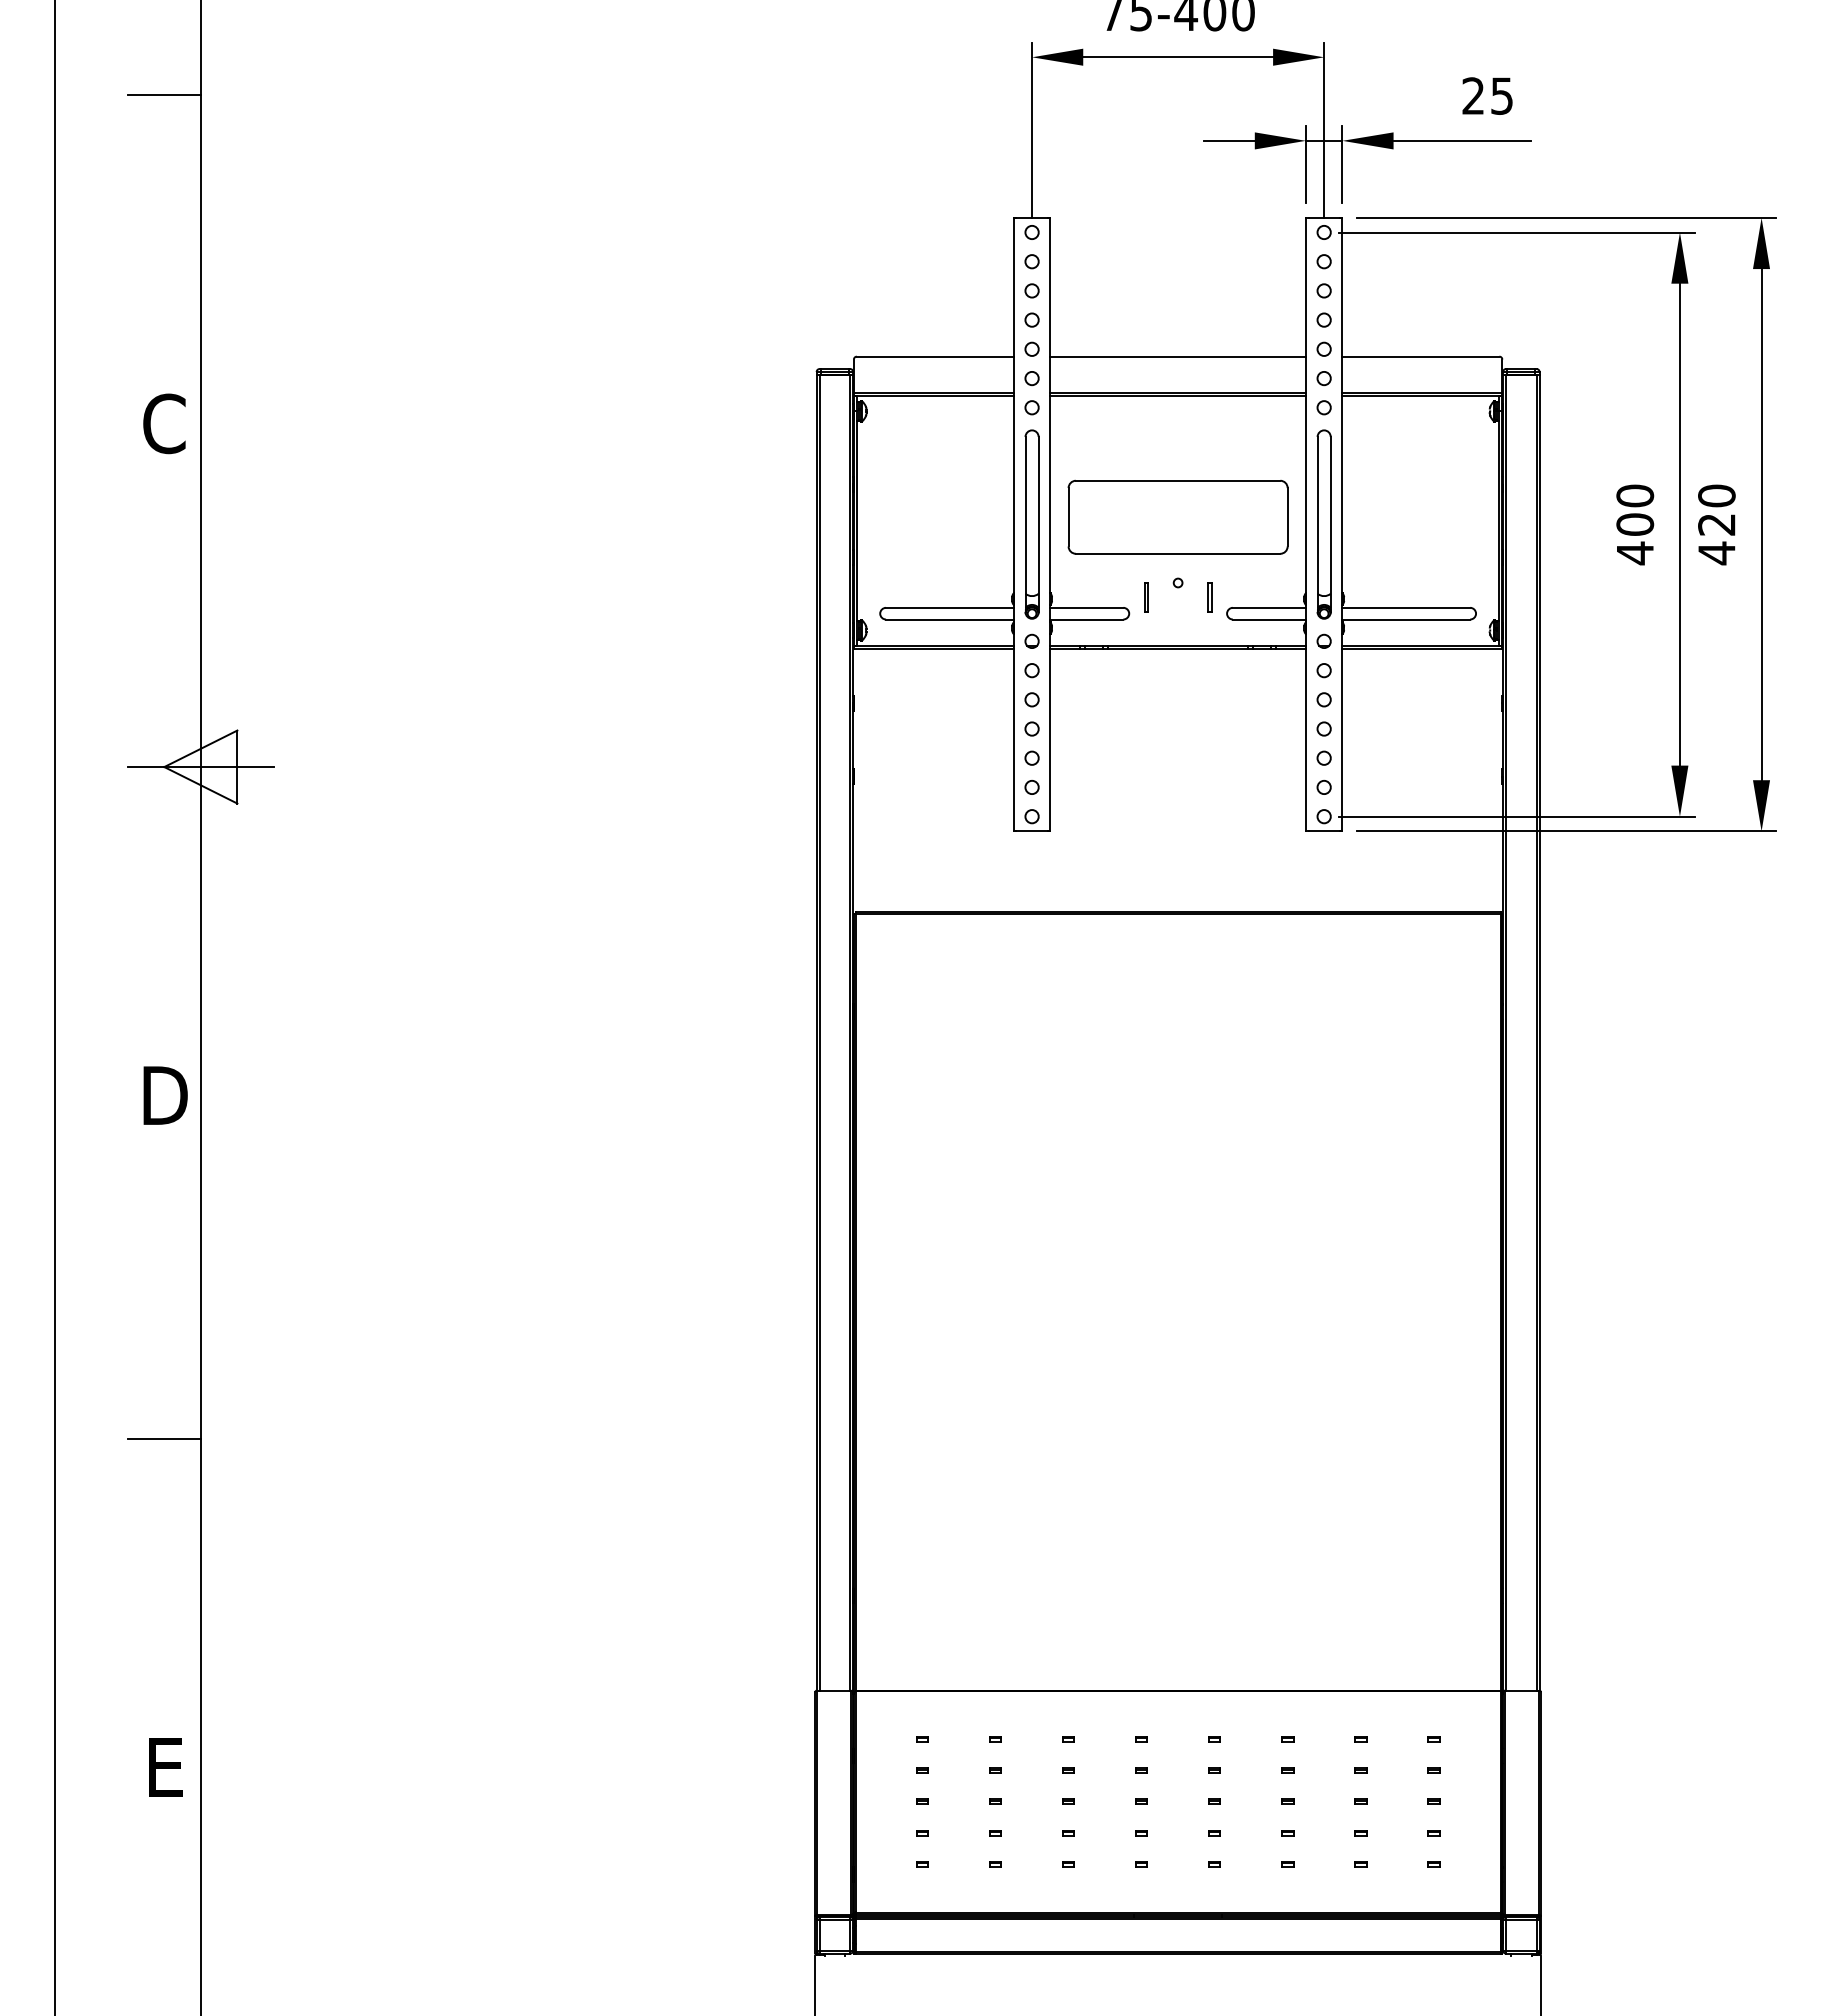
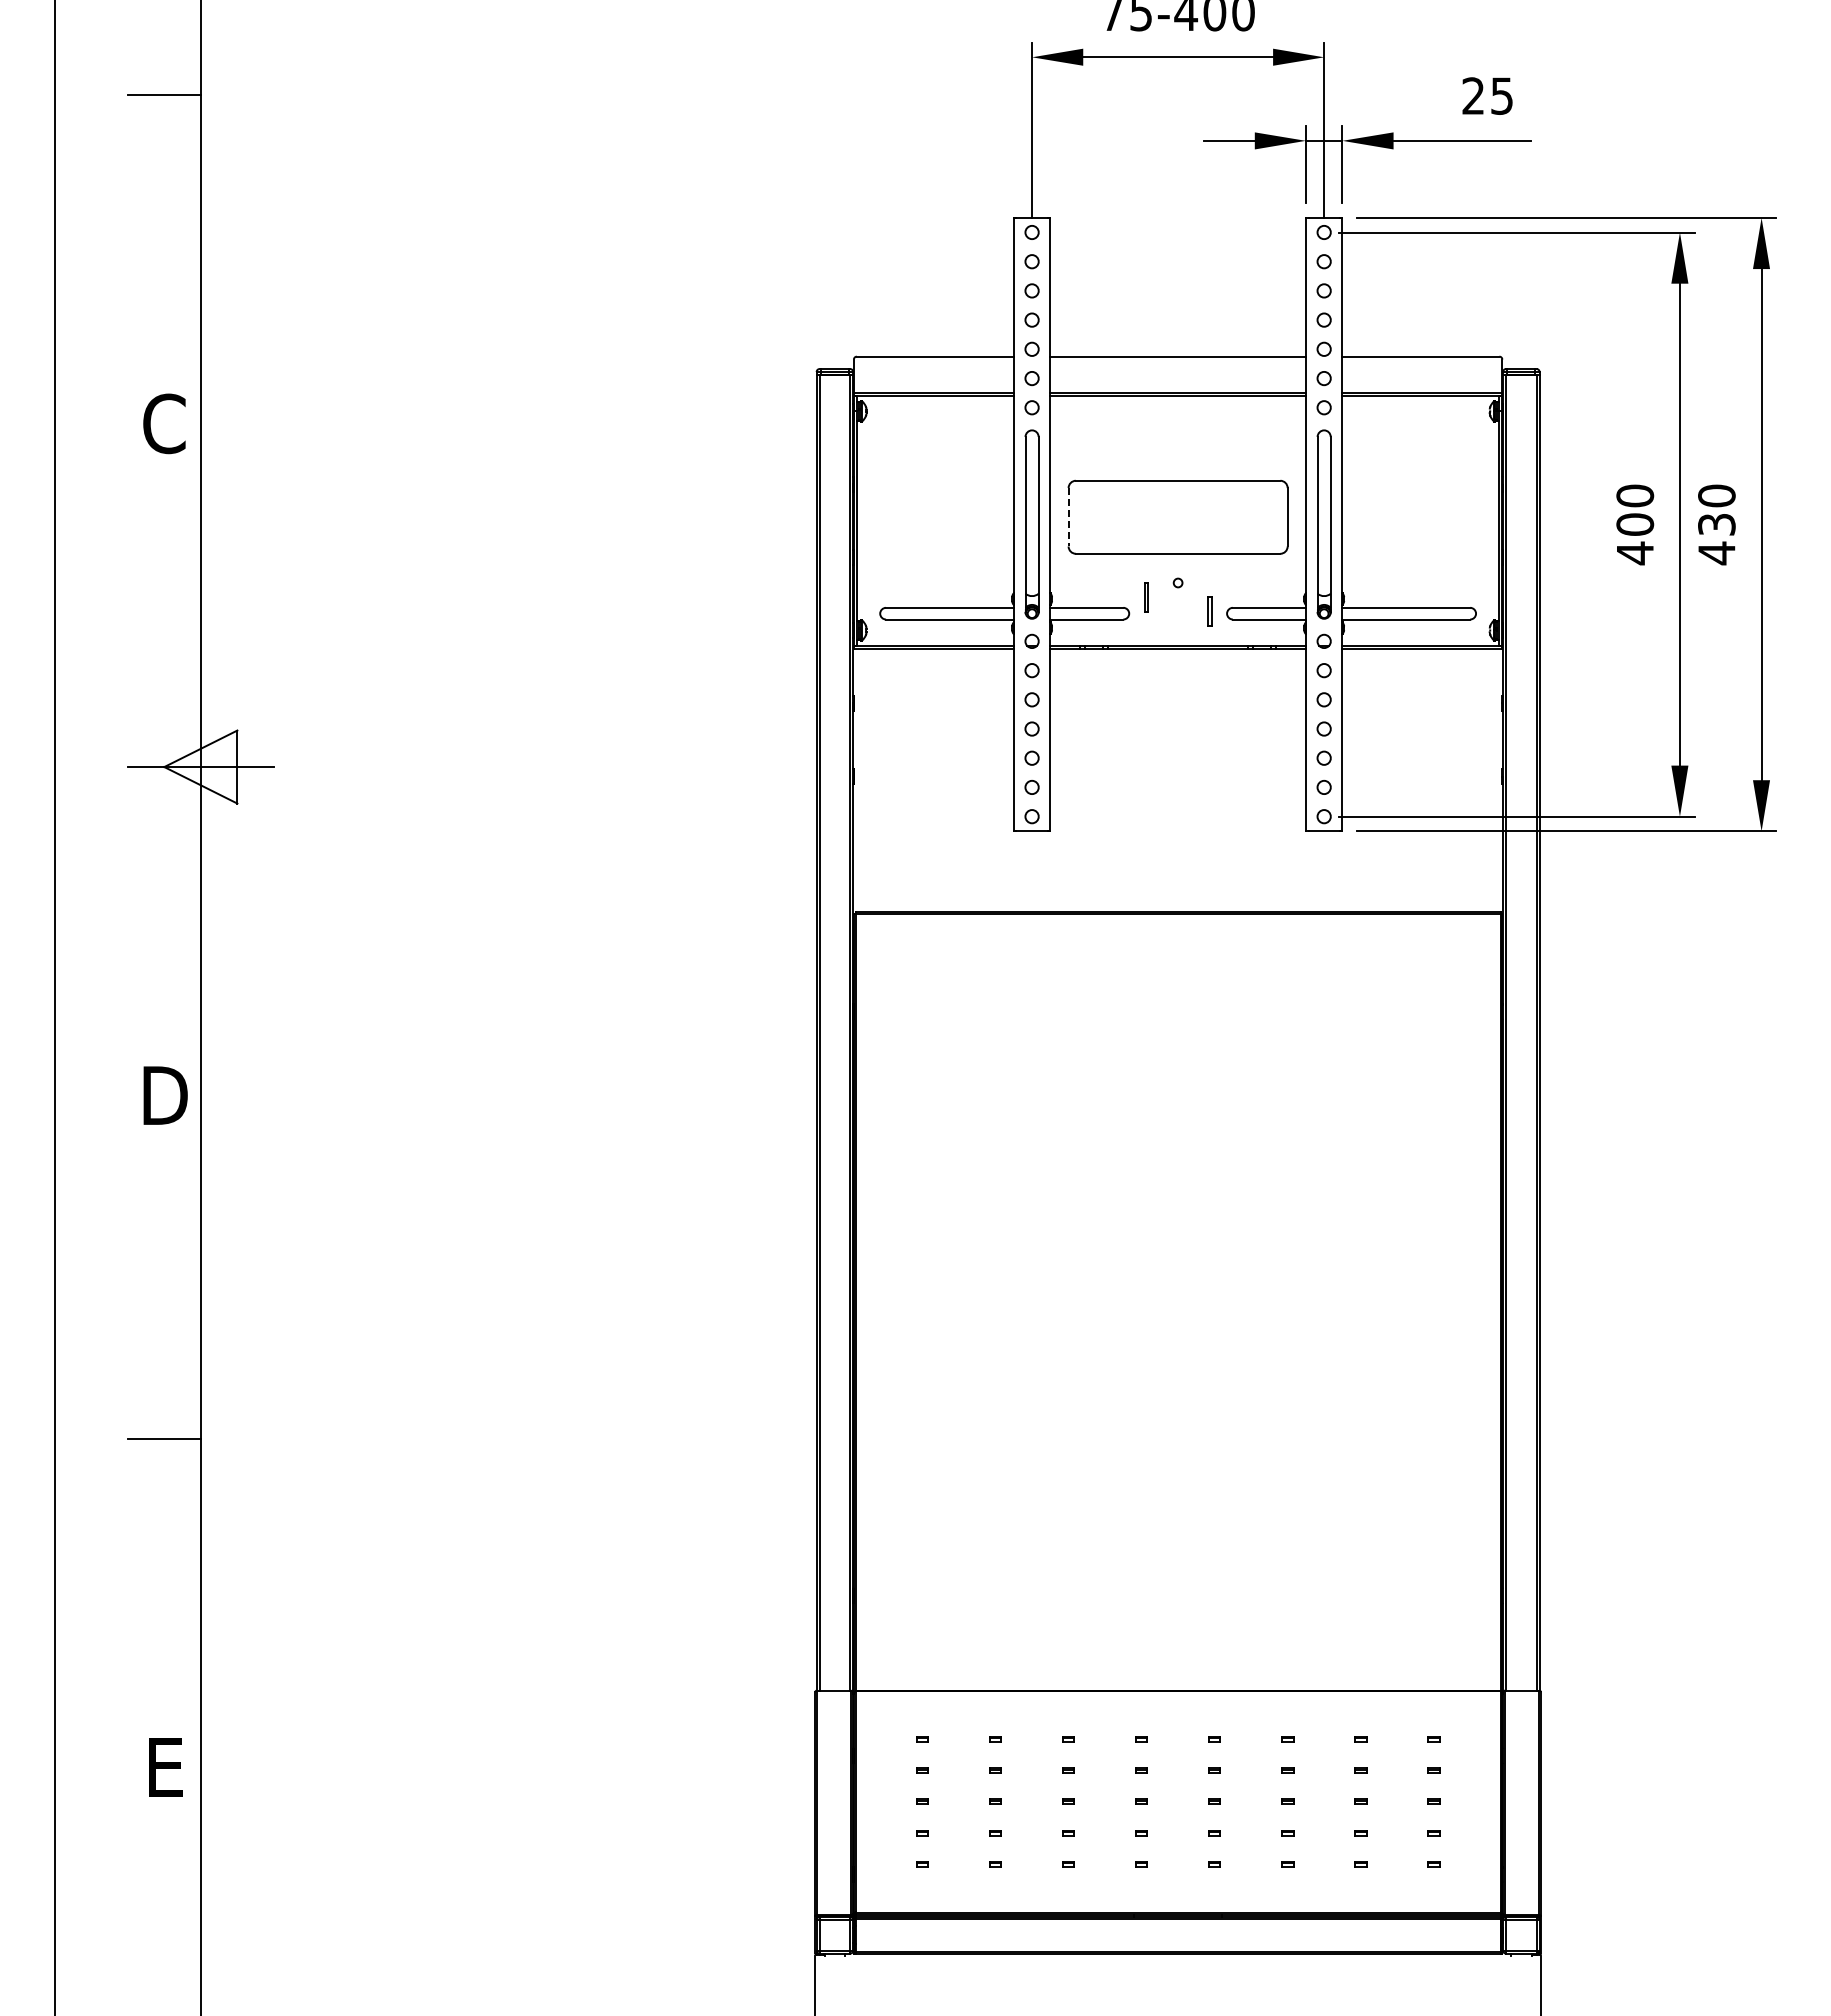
line at (1068, 517): solid -> dashed
text at (1716, 524): 420 -> 430
part at (1209, 597) position: (1209, 597) -> (1209, 611)
